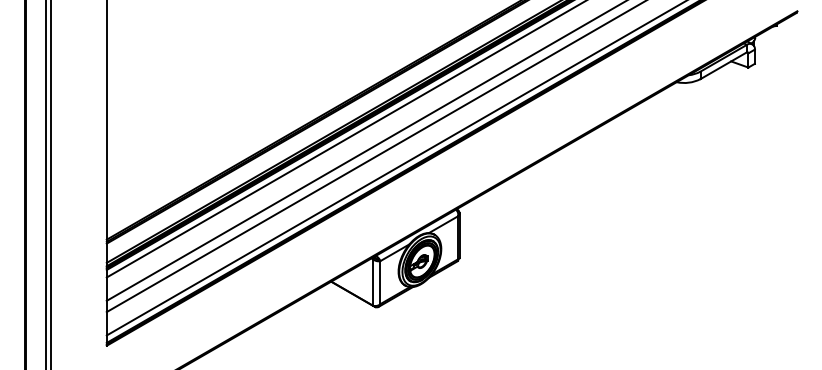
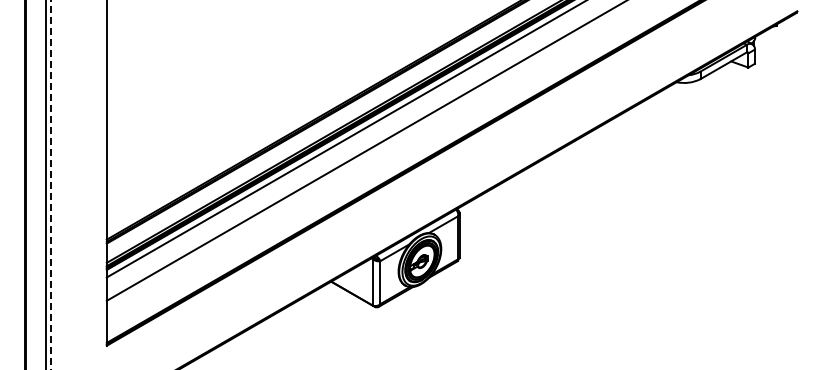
line at (374, 157): present -> none
line at (395, 168): present -> none
line at (51, 184): solid -> dashed
